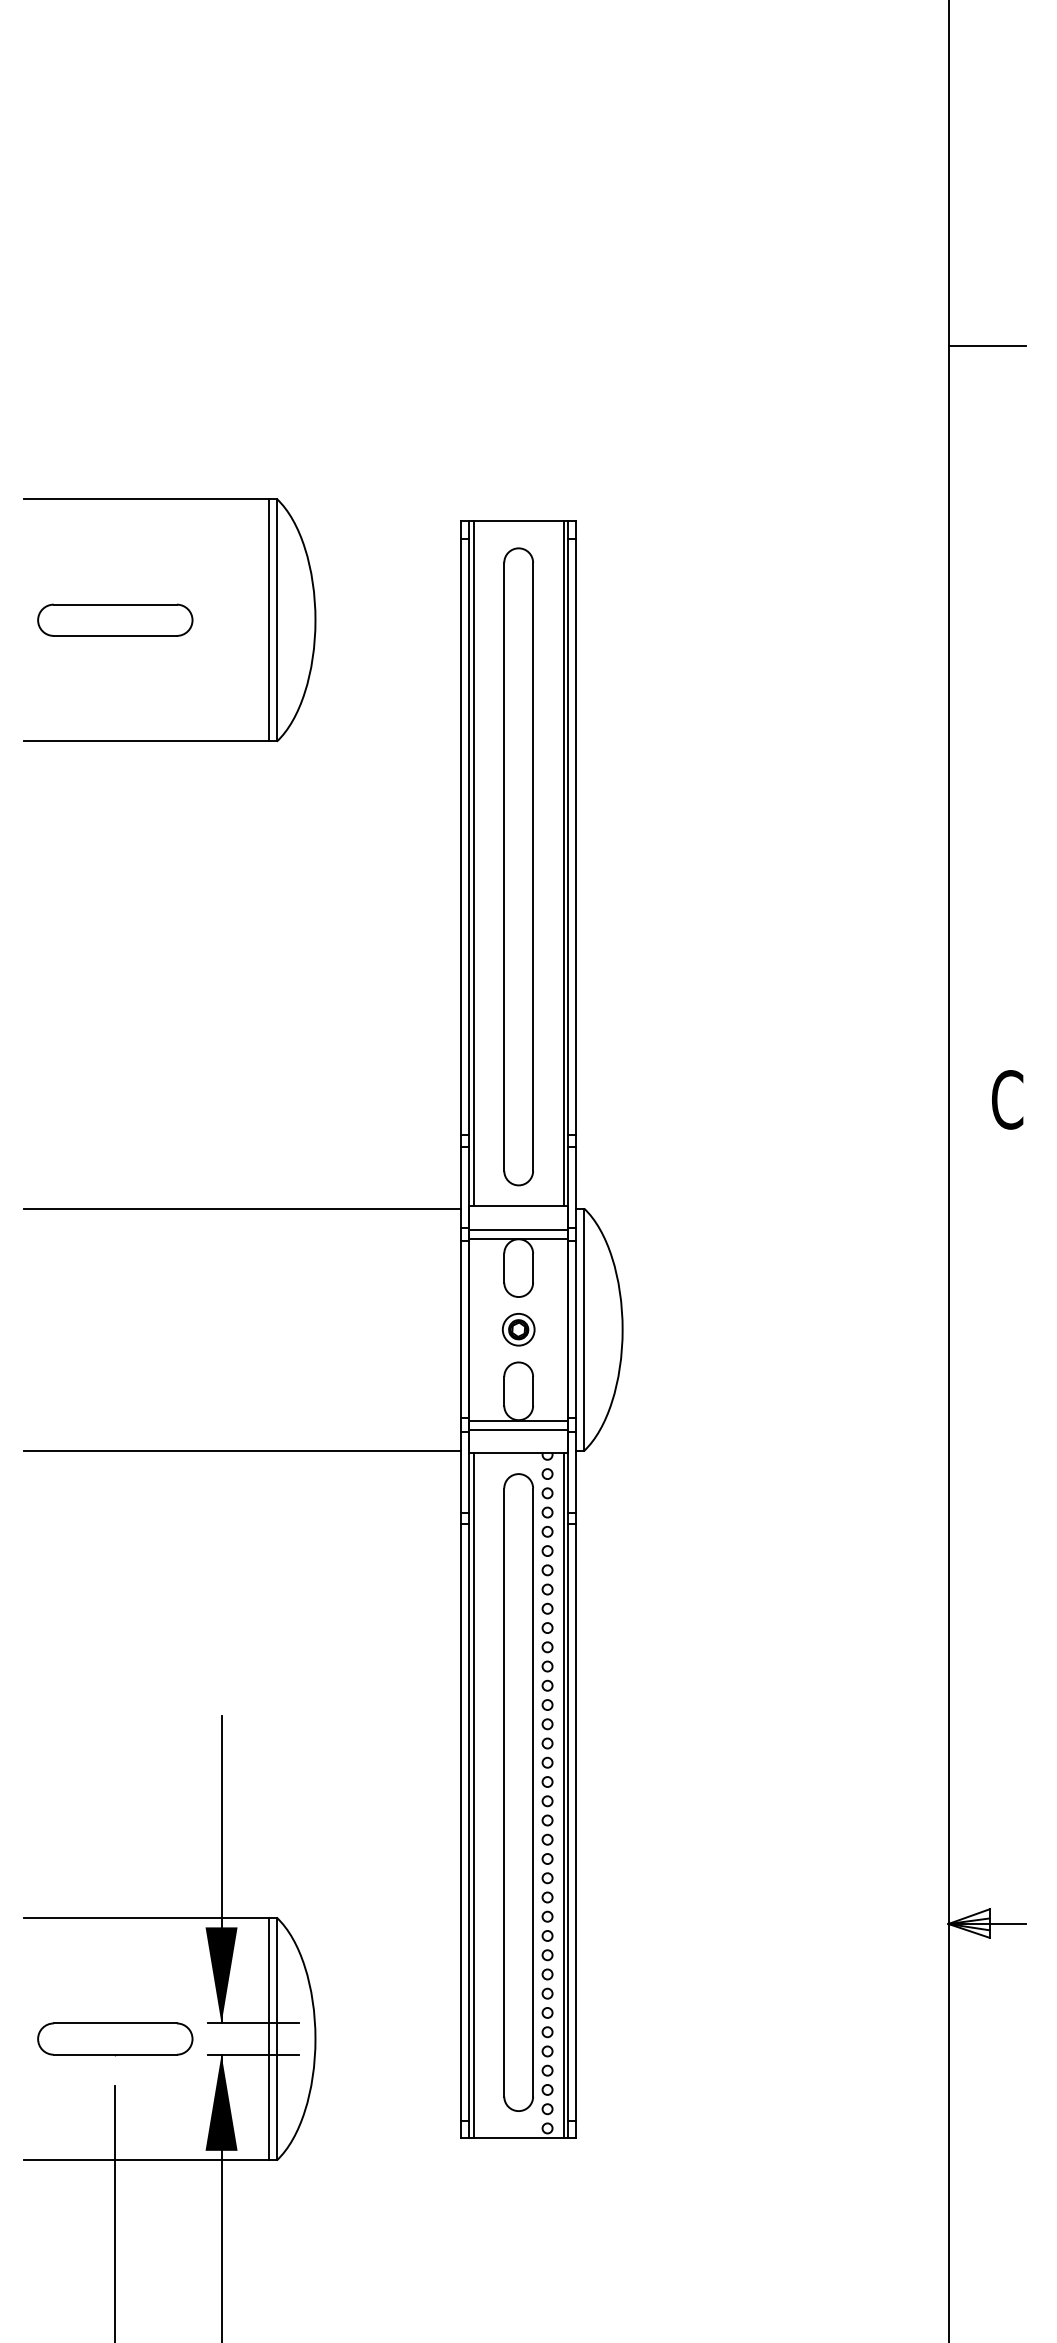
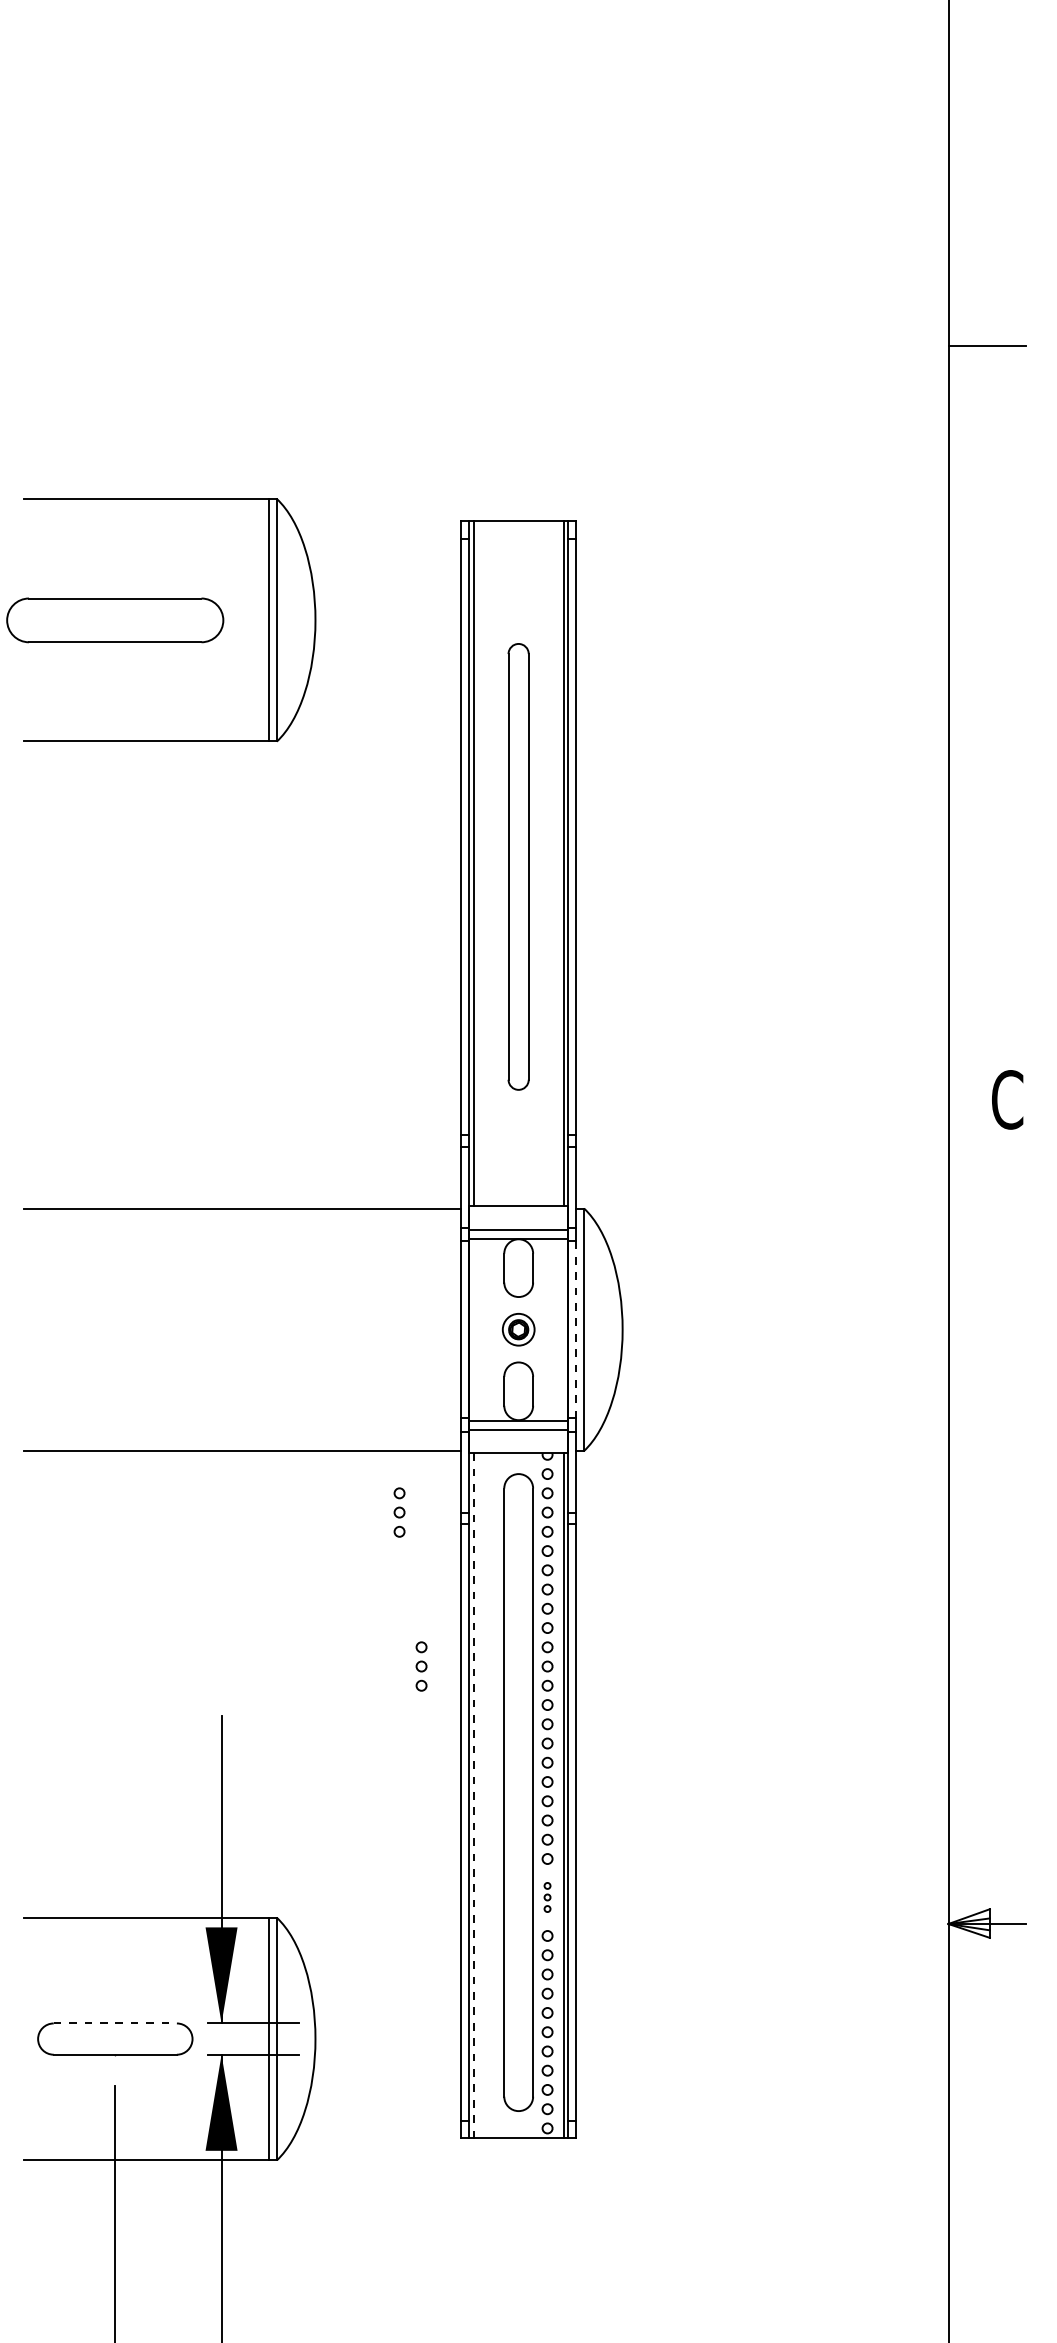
part at (115, 619) size: 157x34 px -> 219x47 px
part at (518, 866) size: 31x640 px -> 23x448 px
line at (576, 1330): solid -> dashed
part at (399, 1512): none -> present
part at (421, 1666): none -> present
line at (473, 1796): solid -> dashed
part at (547, 1897) size: 13x51 px -> 9x31 px
line at (115, 2023): solid -> dashed
